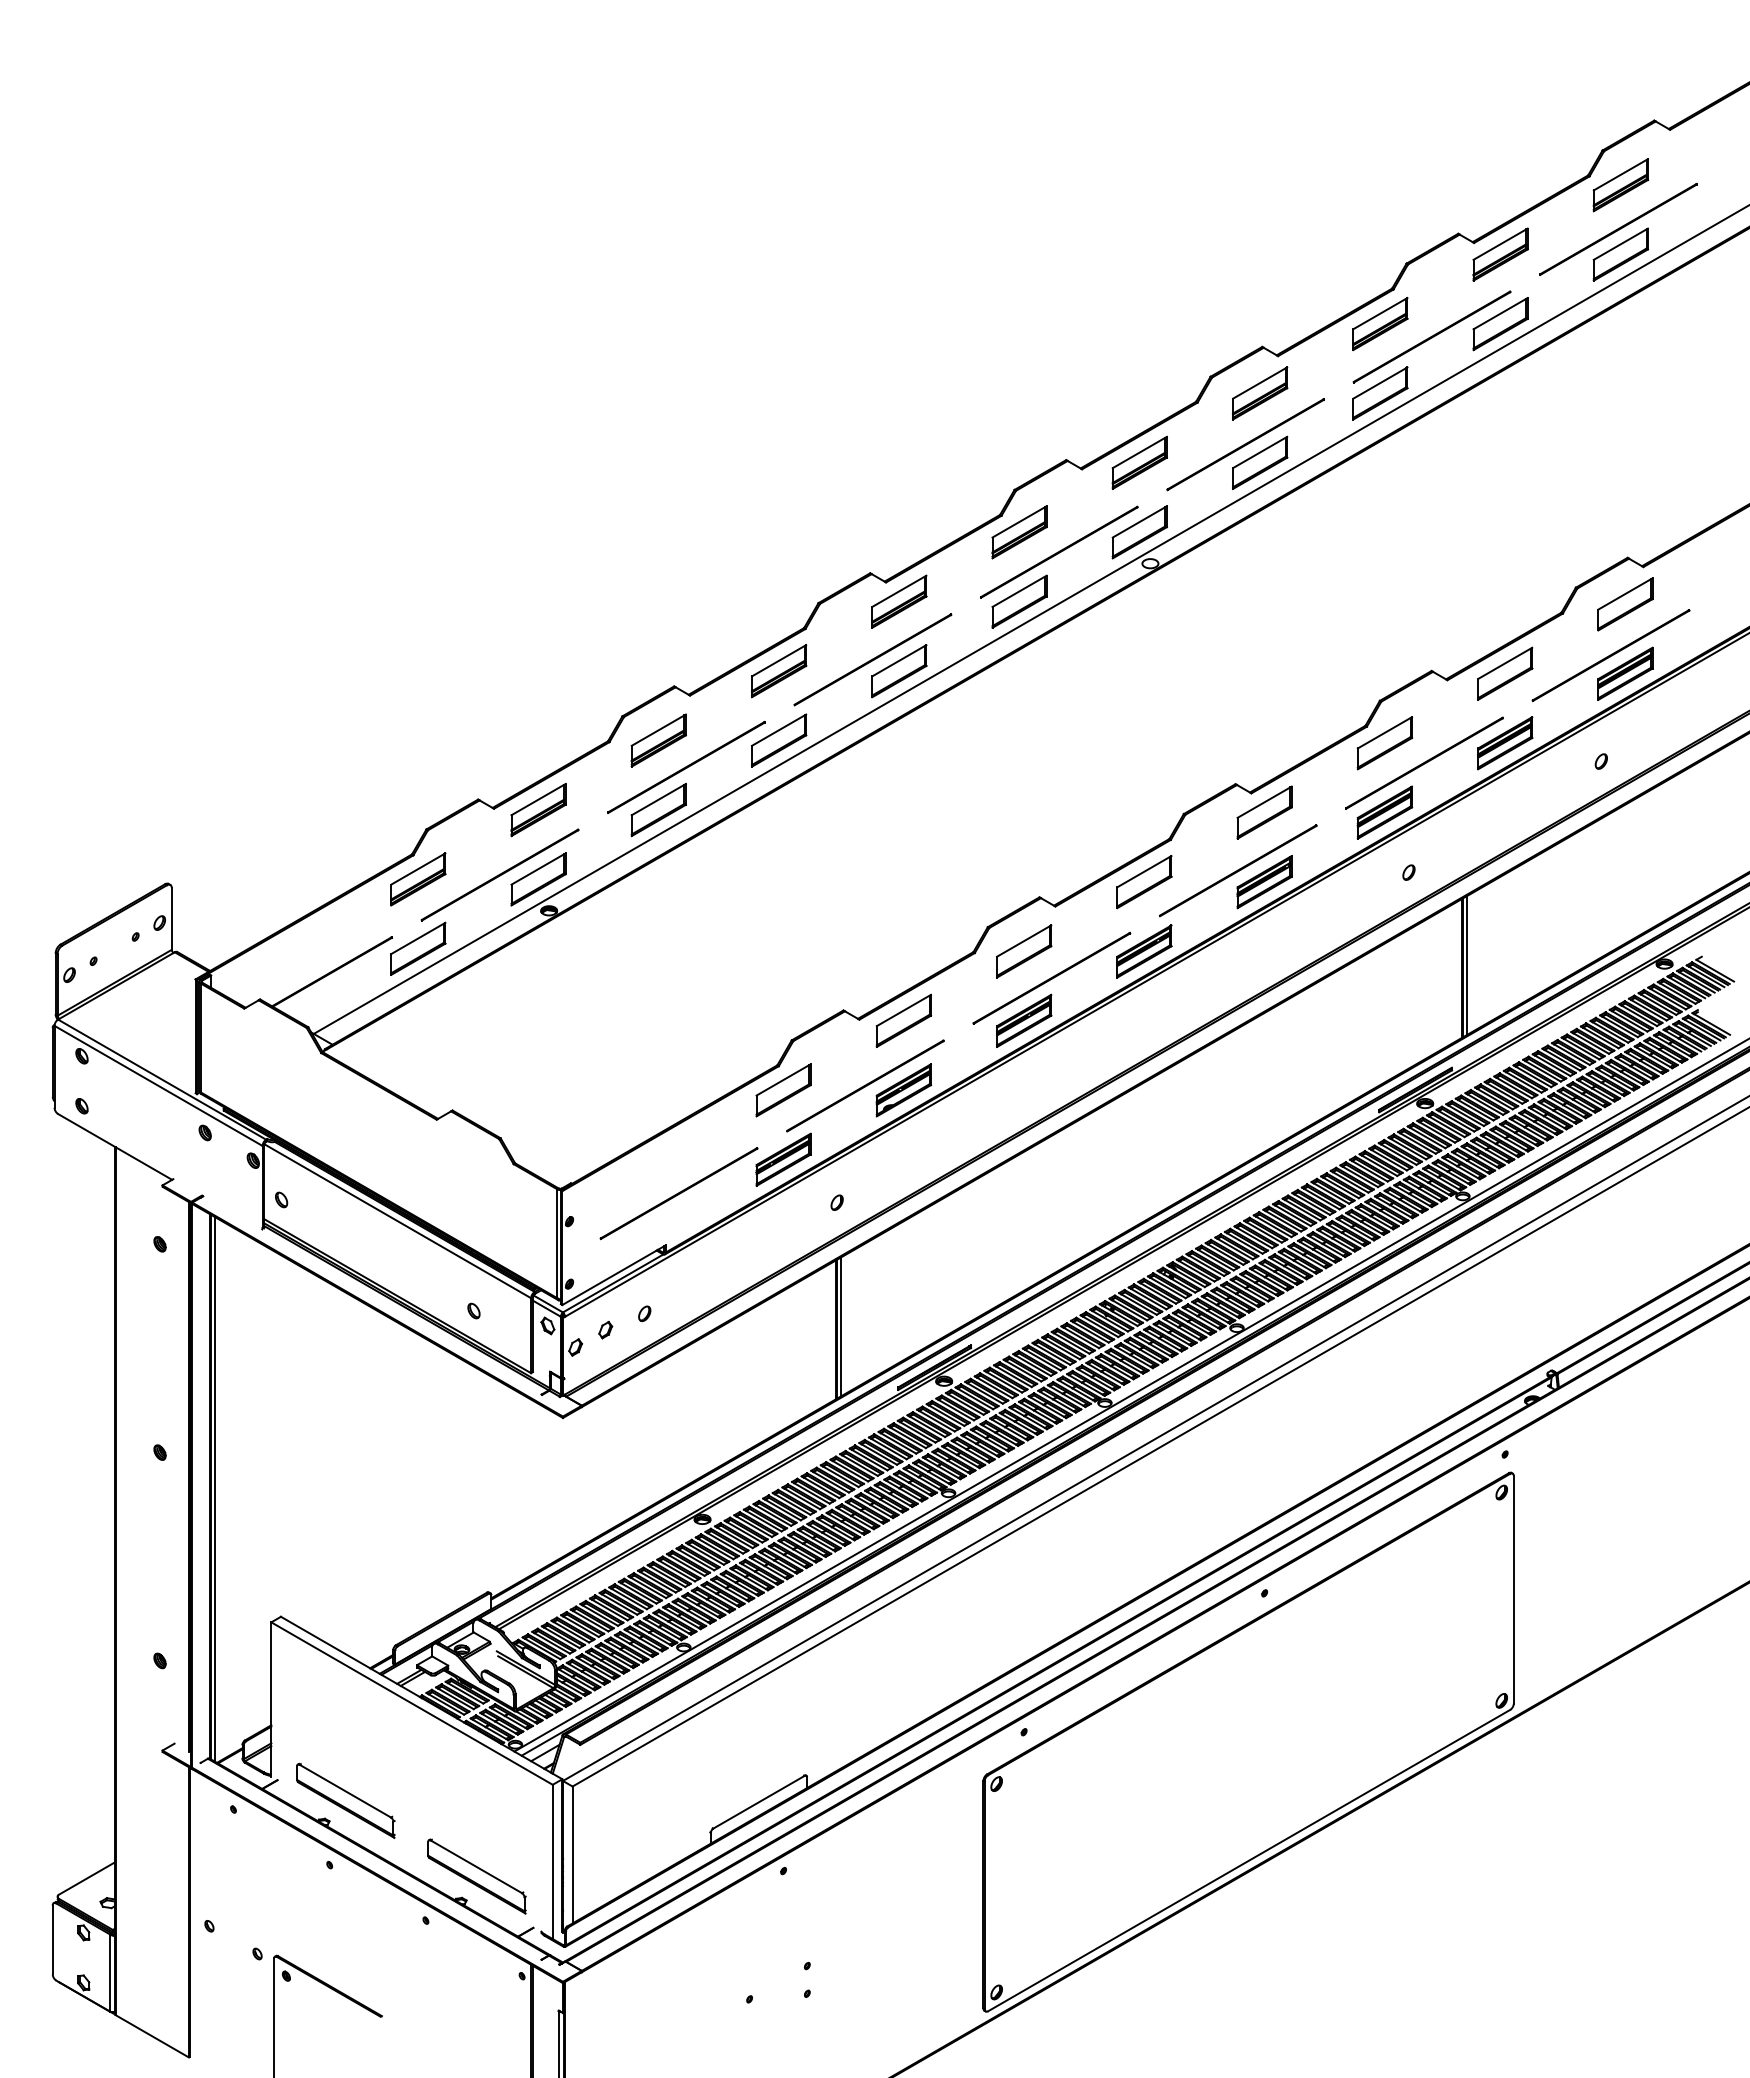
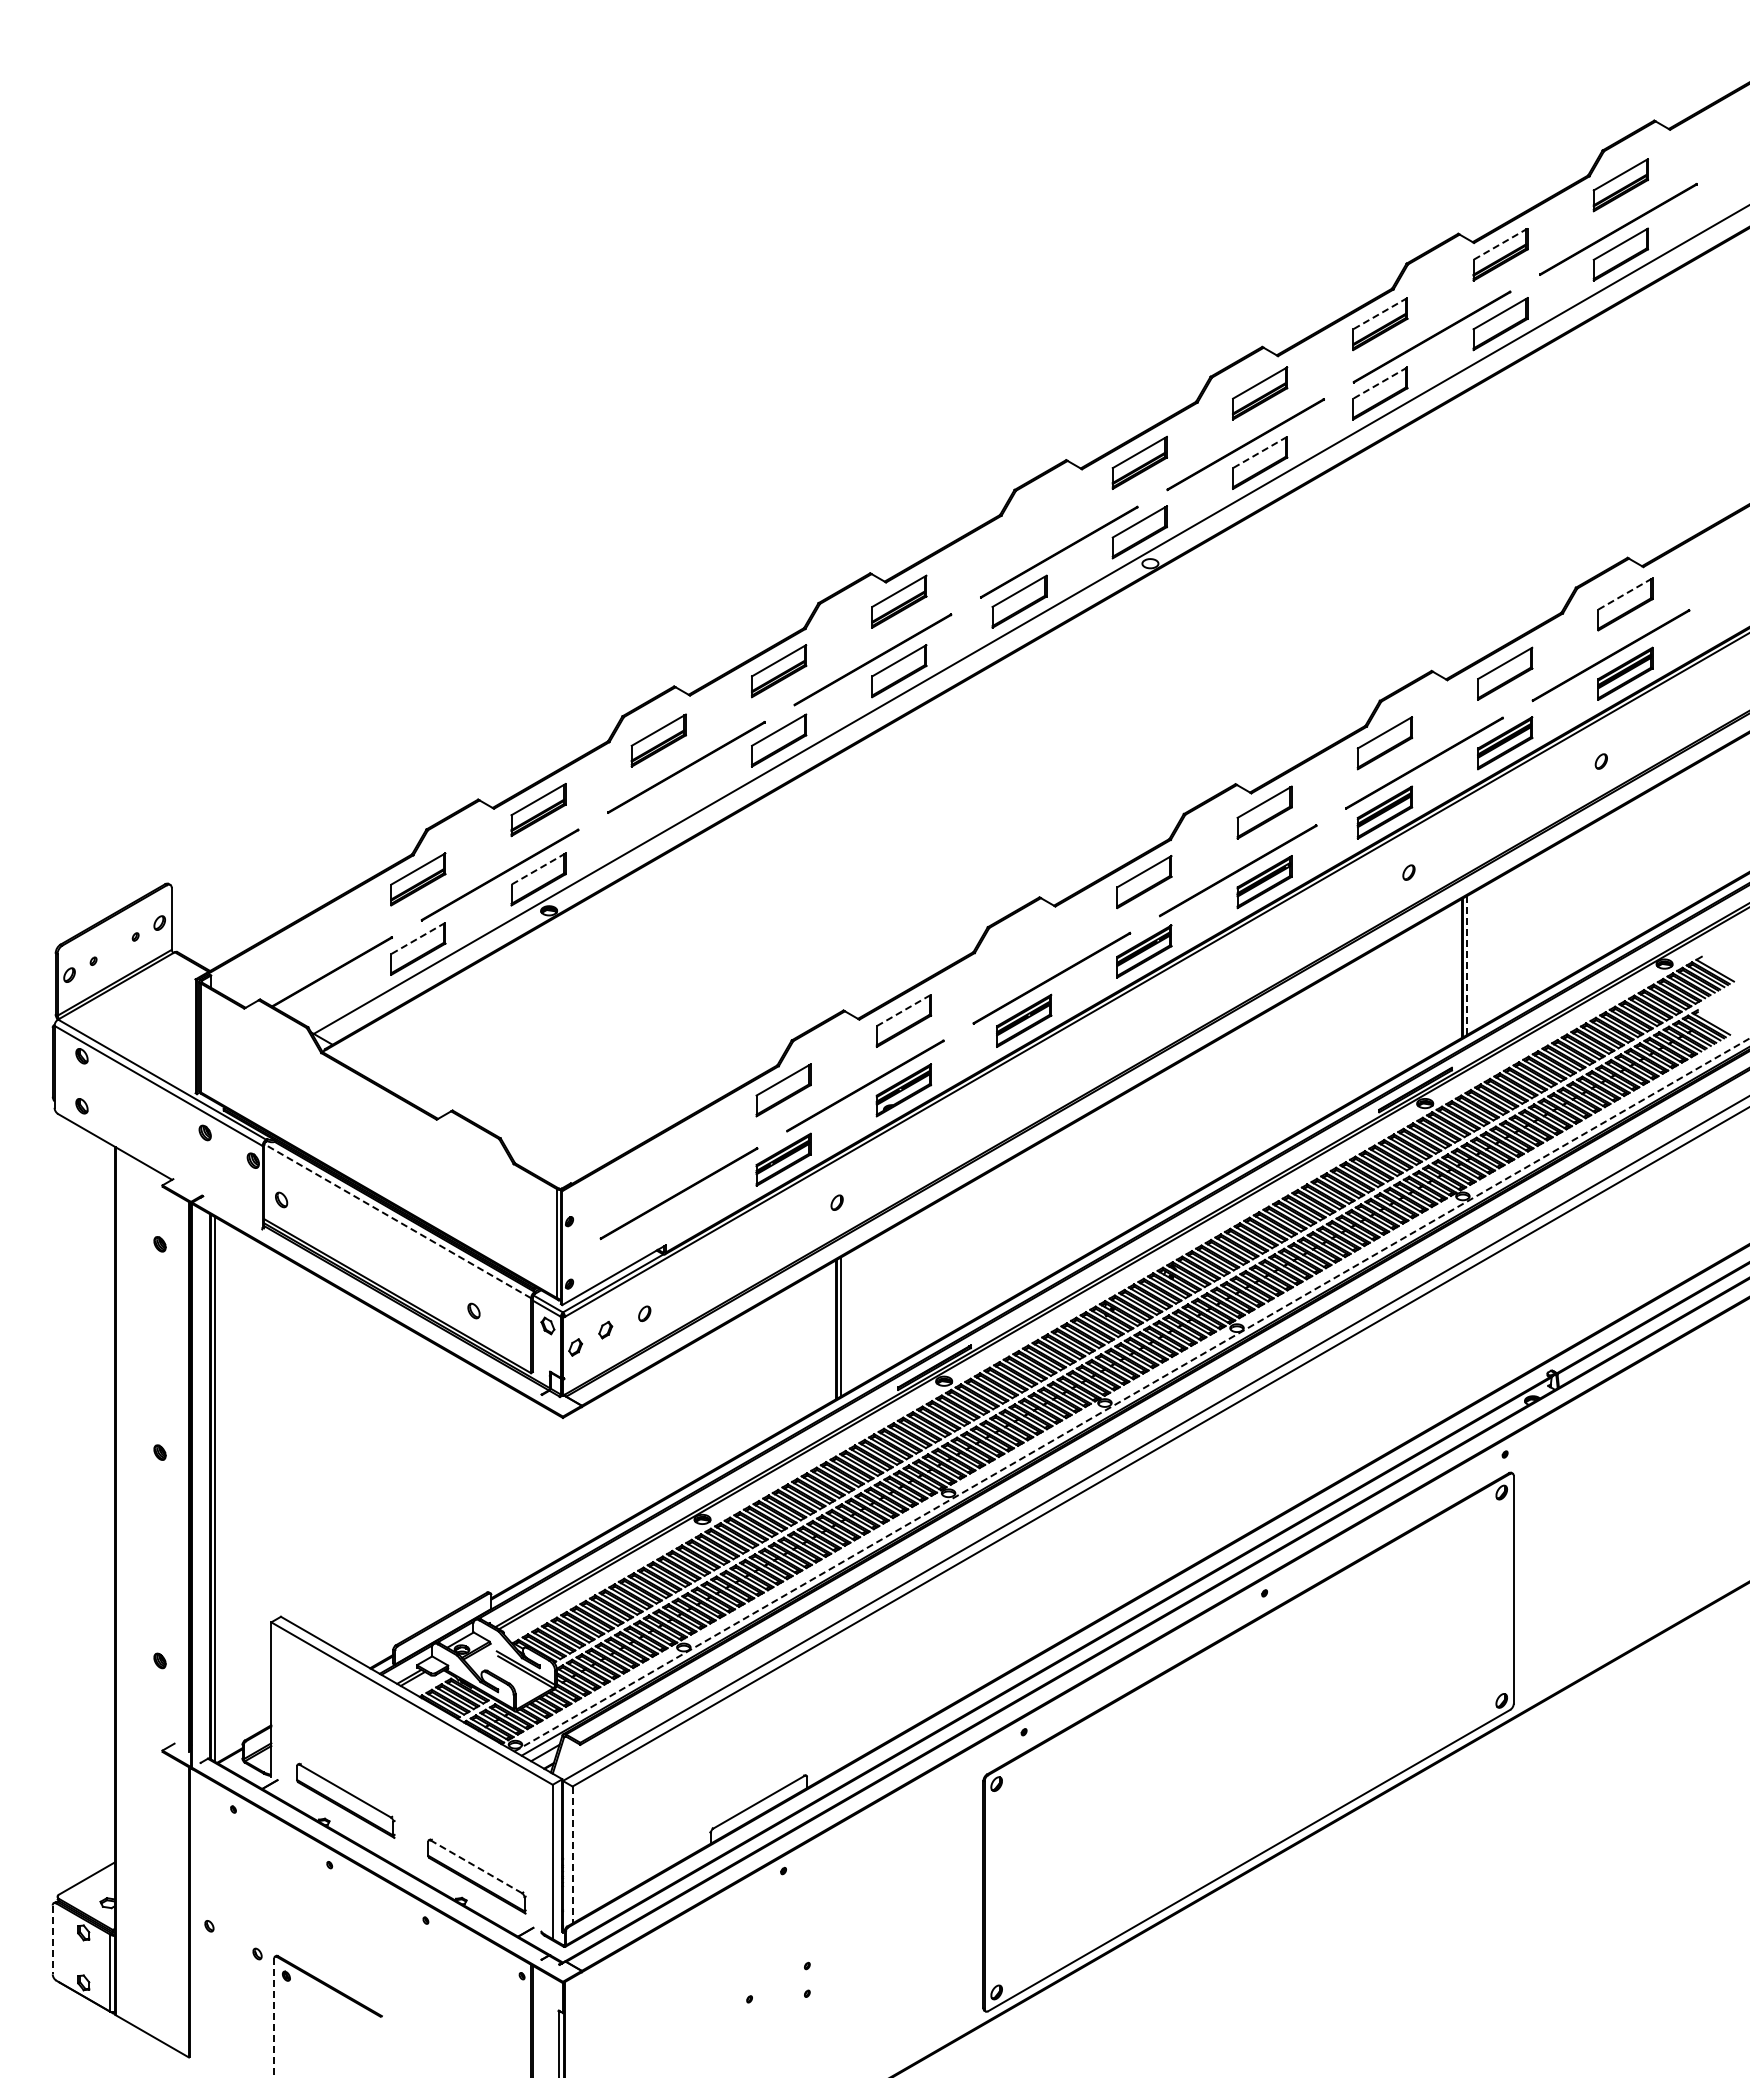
line at (1500, 244): solid -> dashed
line at (1379, 313): solid -> dashed
line at (1379, 383): solid -> dashed
line at (1259, 452): solid -> dashed
part at (1019, 532): present -> none
line at (1625, 593): solid -> dashed
part at (658, 810): present -> none
line at (538, 869): solid -> dashed
line at (417, 938): solid -> dashed
part at (1024, 951): present -> none
line at (1467, 966): solid -> dashed
line at (904, 1010): solid -> dashed
line at (397, 1221): solid -> dashed
line at (1132, 1394): solid -> dashed
line at (572, 1855): solid -> dashed
line at (476, 1866): solid -> dashed
line at (52, 1940): solid -> dashed
line at (274, 2017): solid -> dashed
